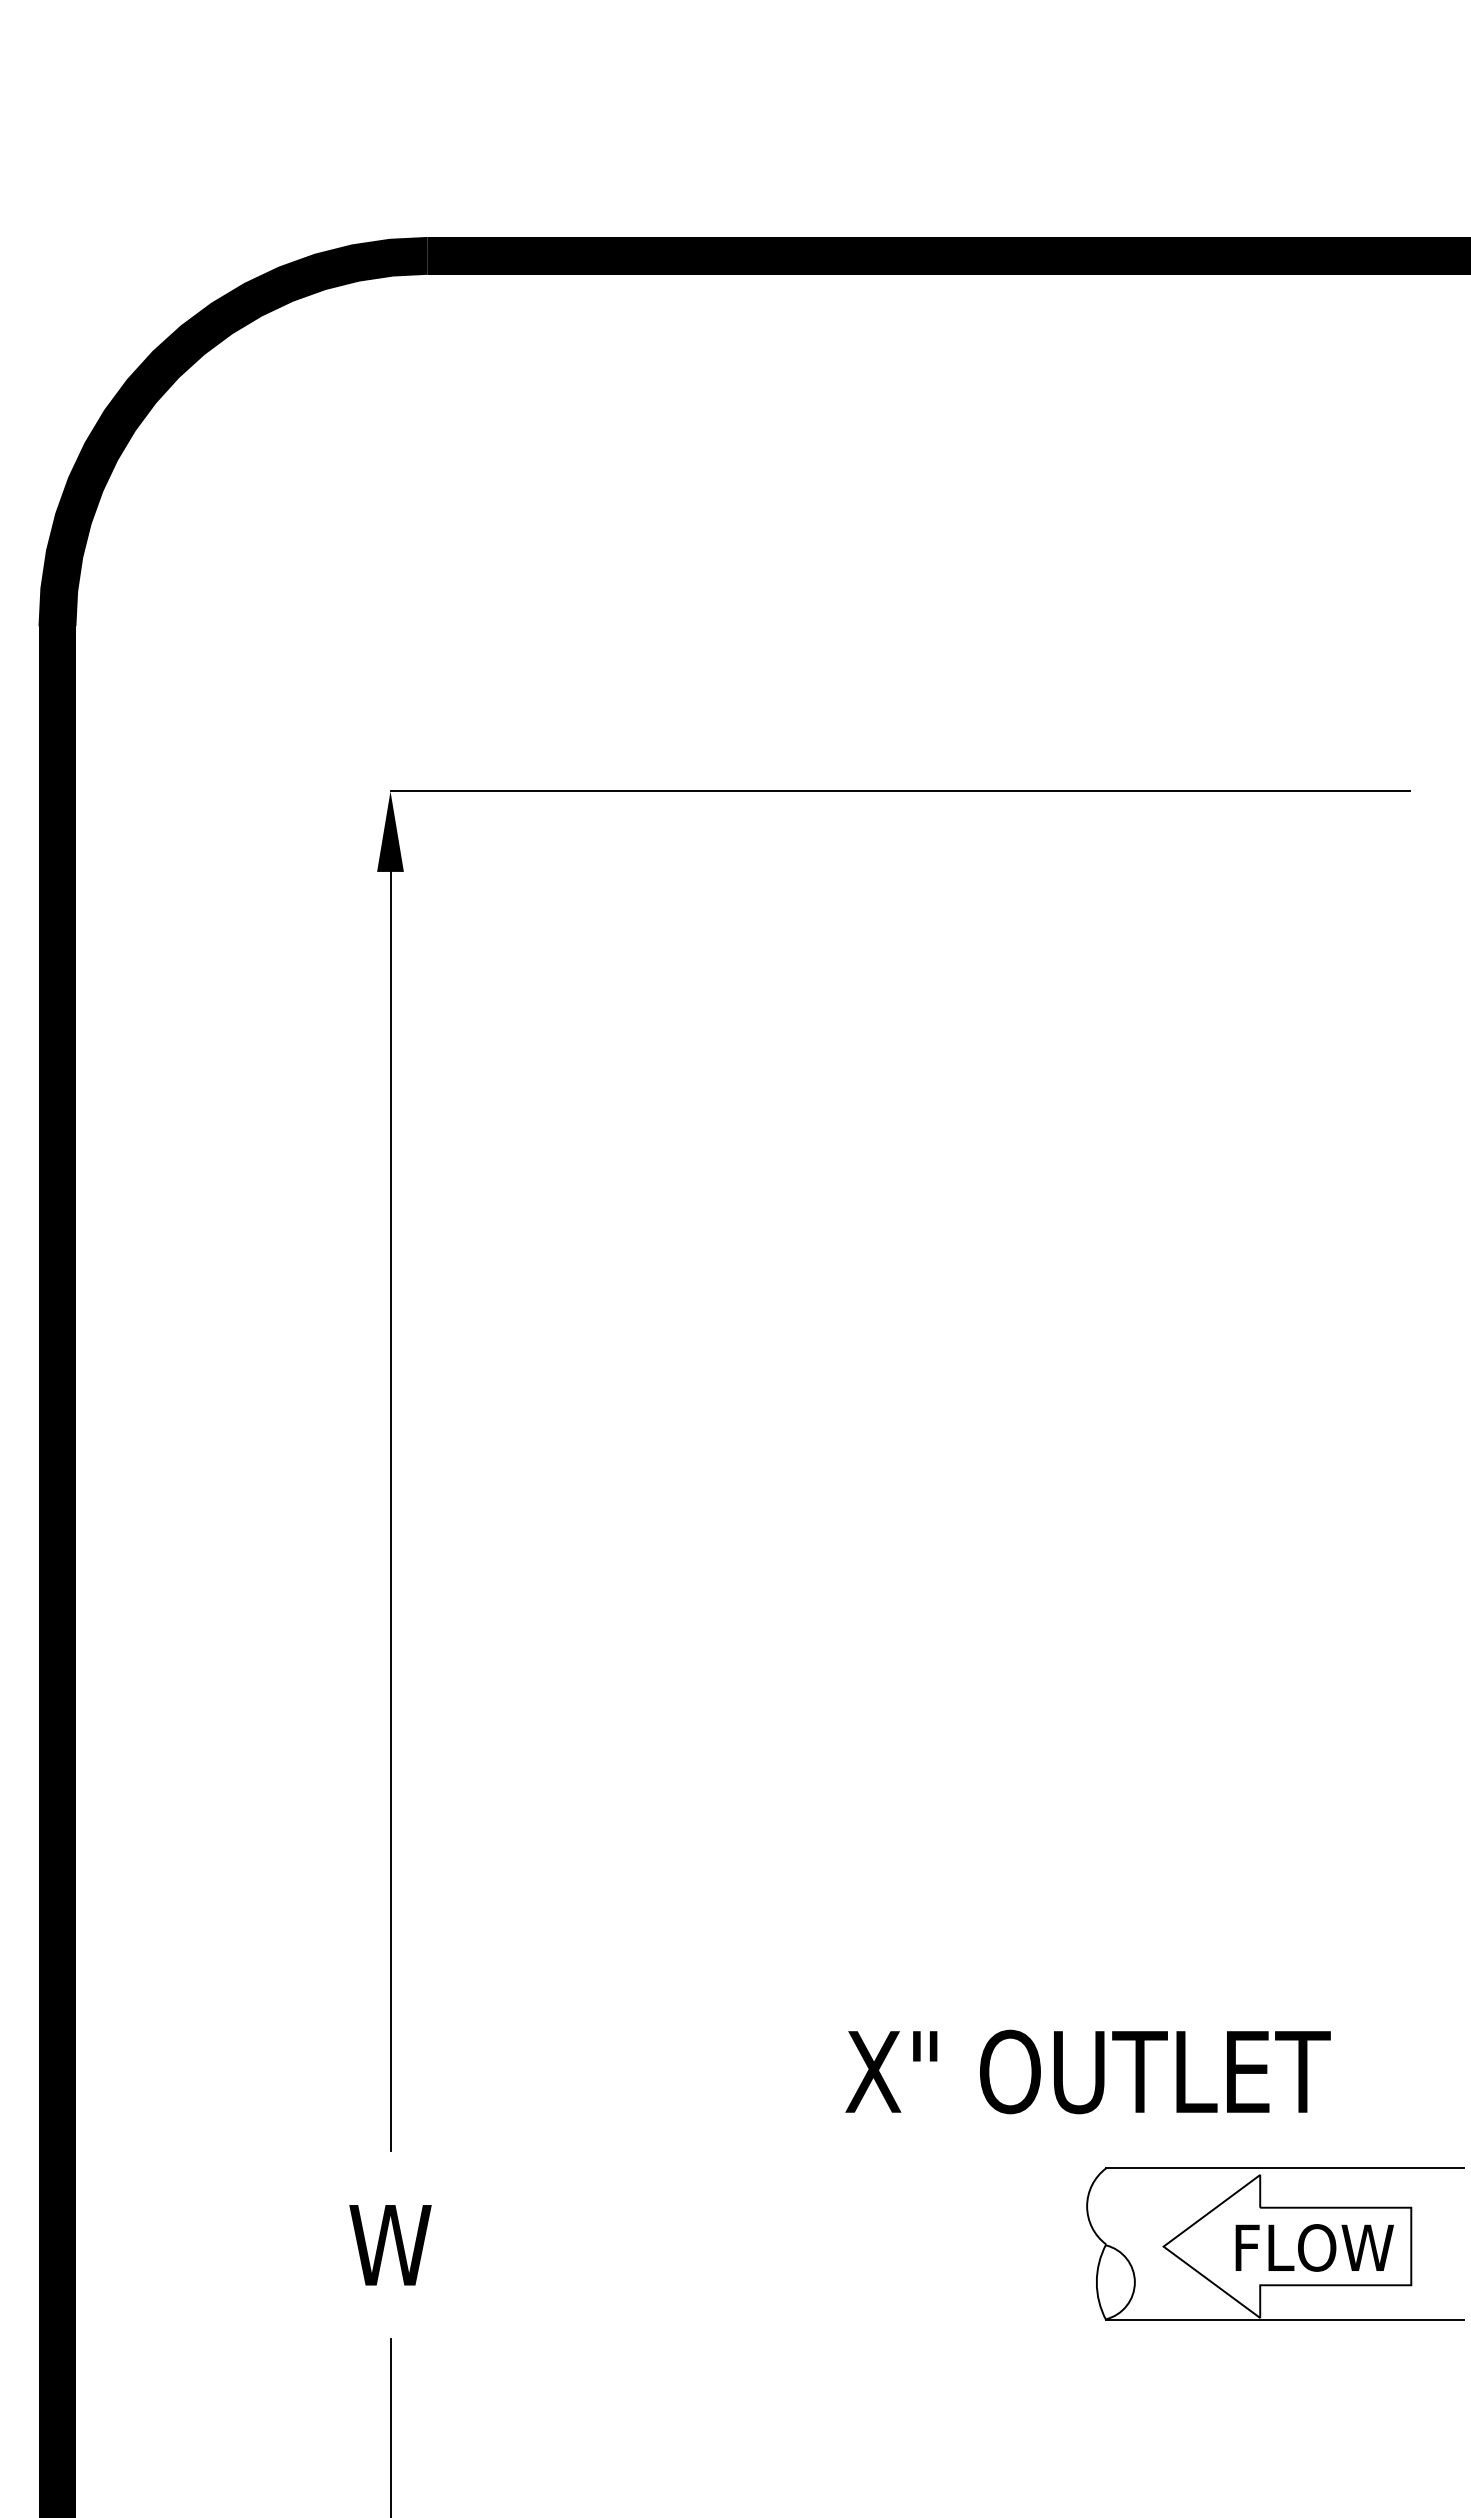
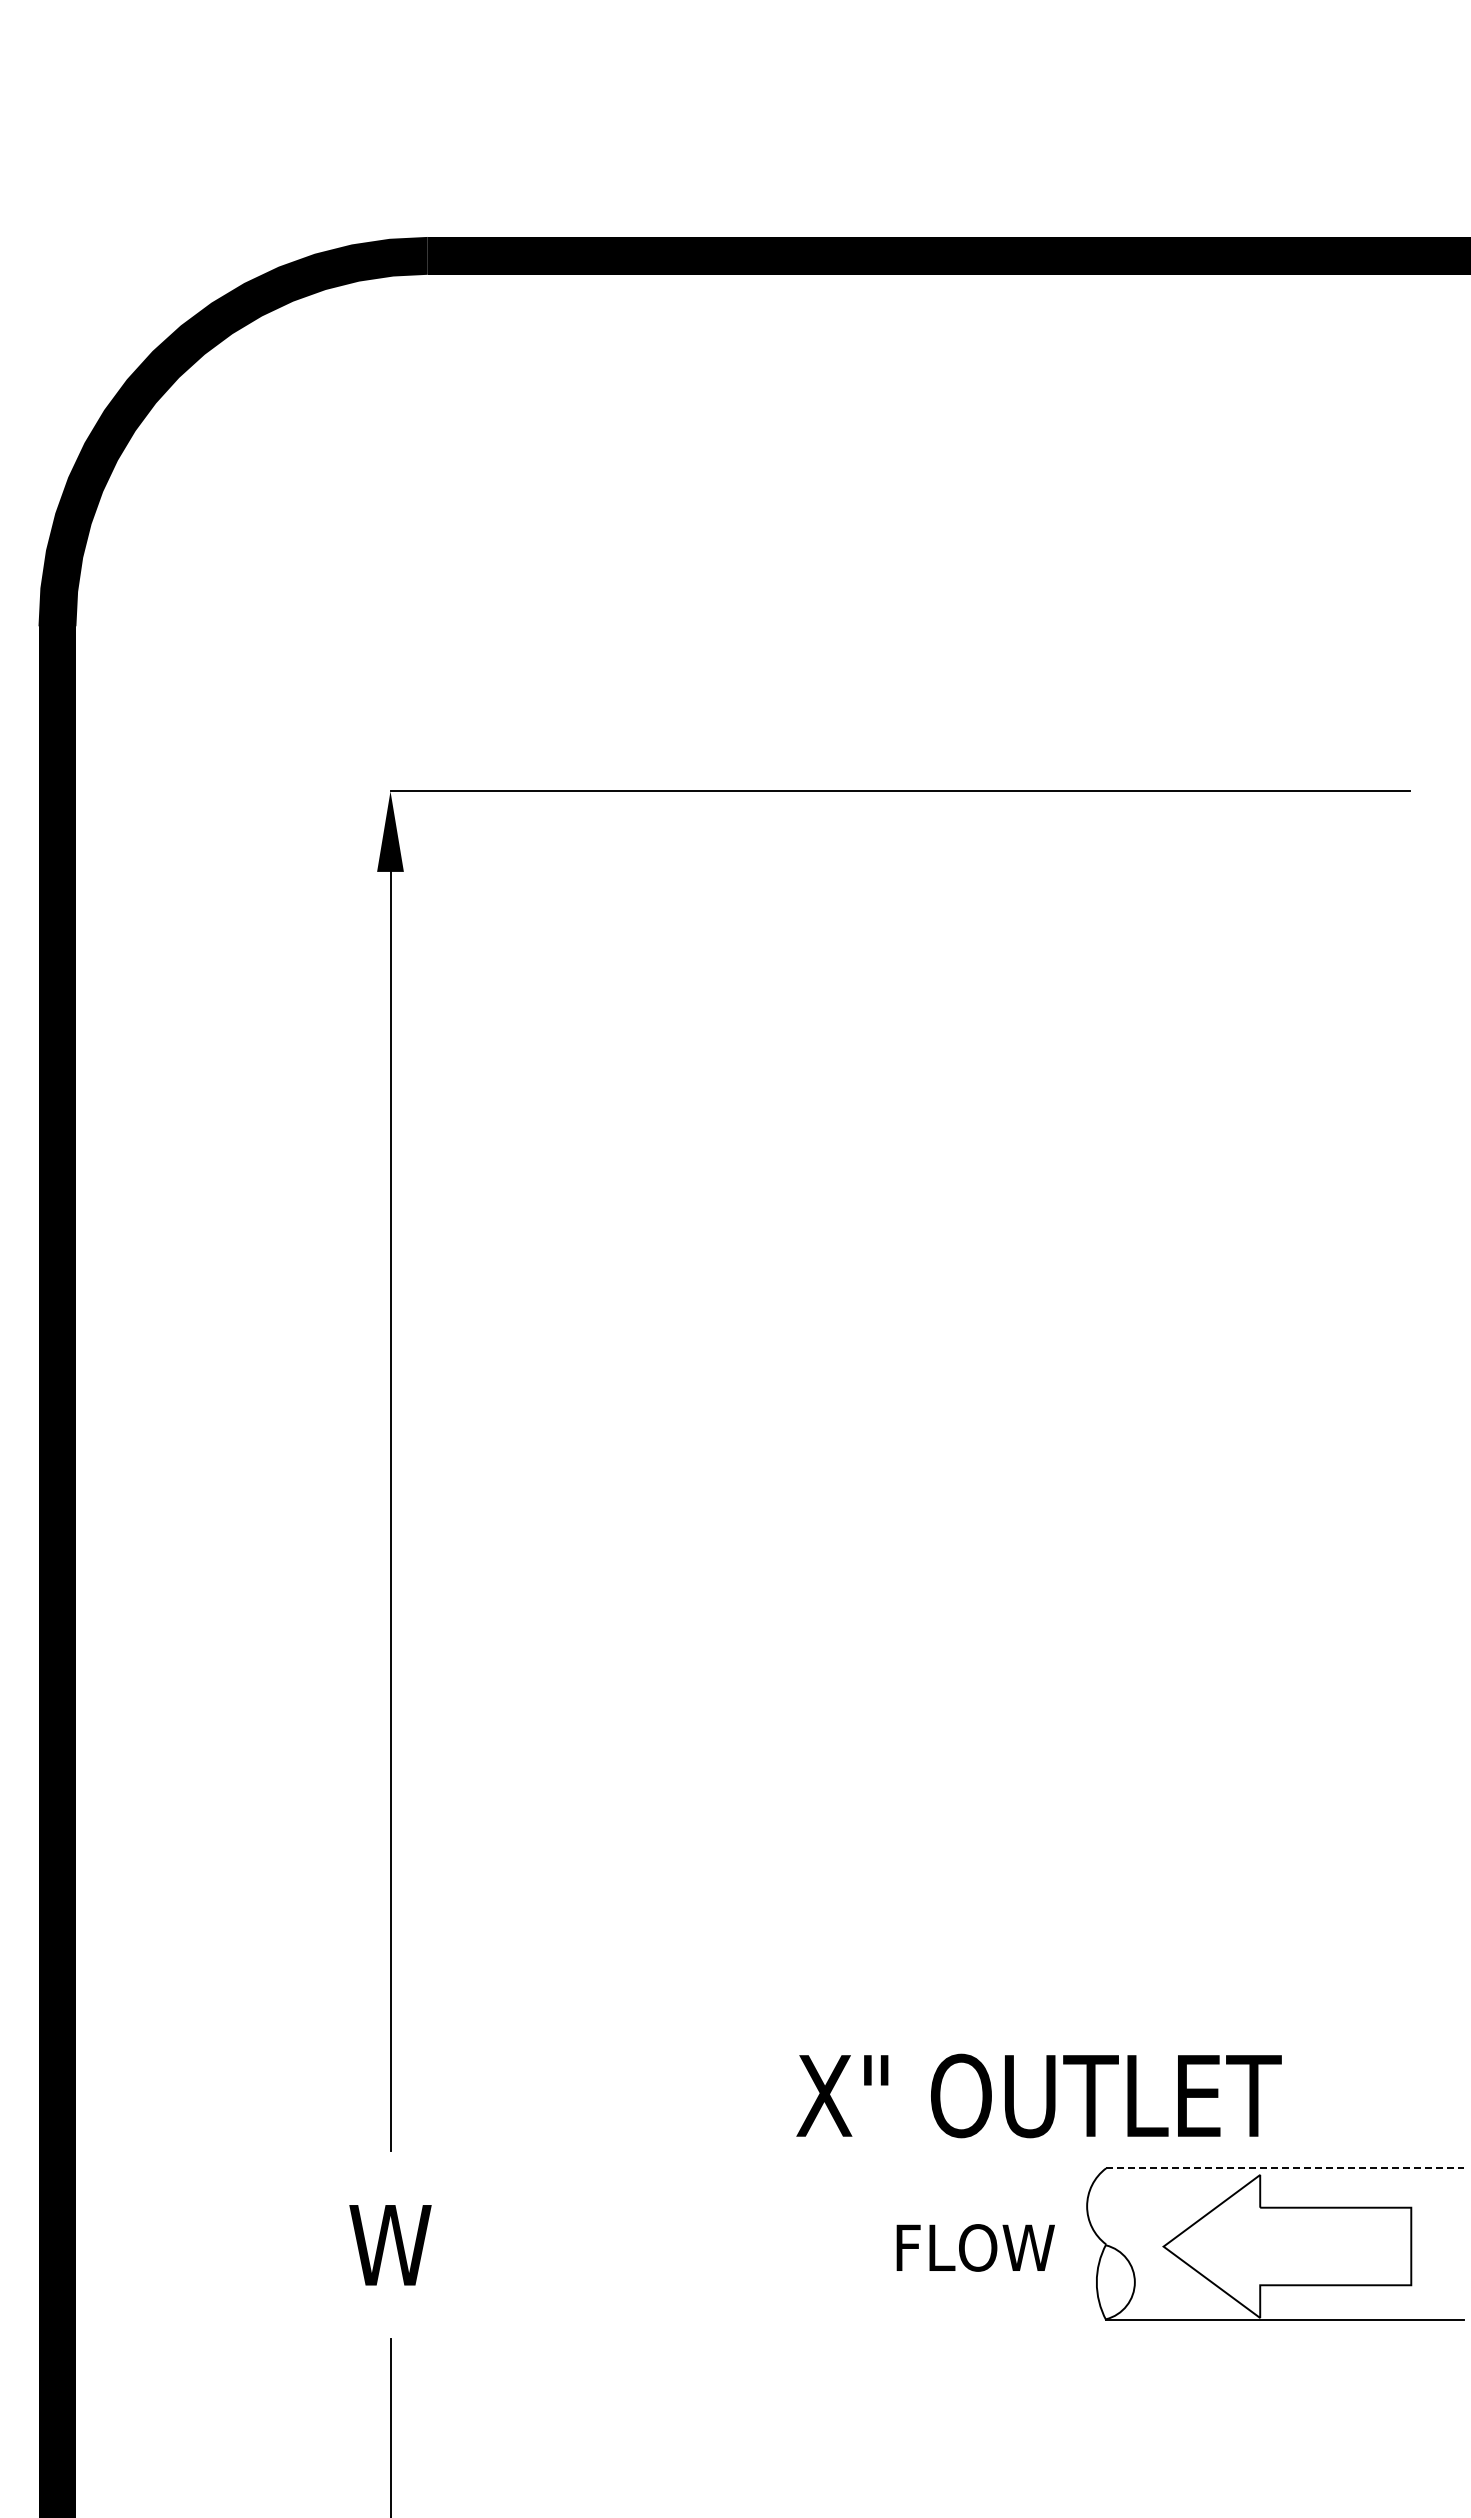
text at (1087, 2071) position: (1087, 2071) -> (1038, 2095)
line at (1285, 2168): solid -> dashed
text at (1314, 2247) position: (1314, 2247) -> (975, 2247)
